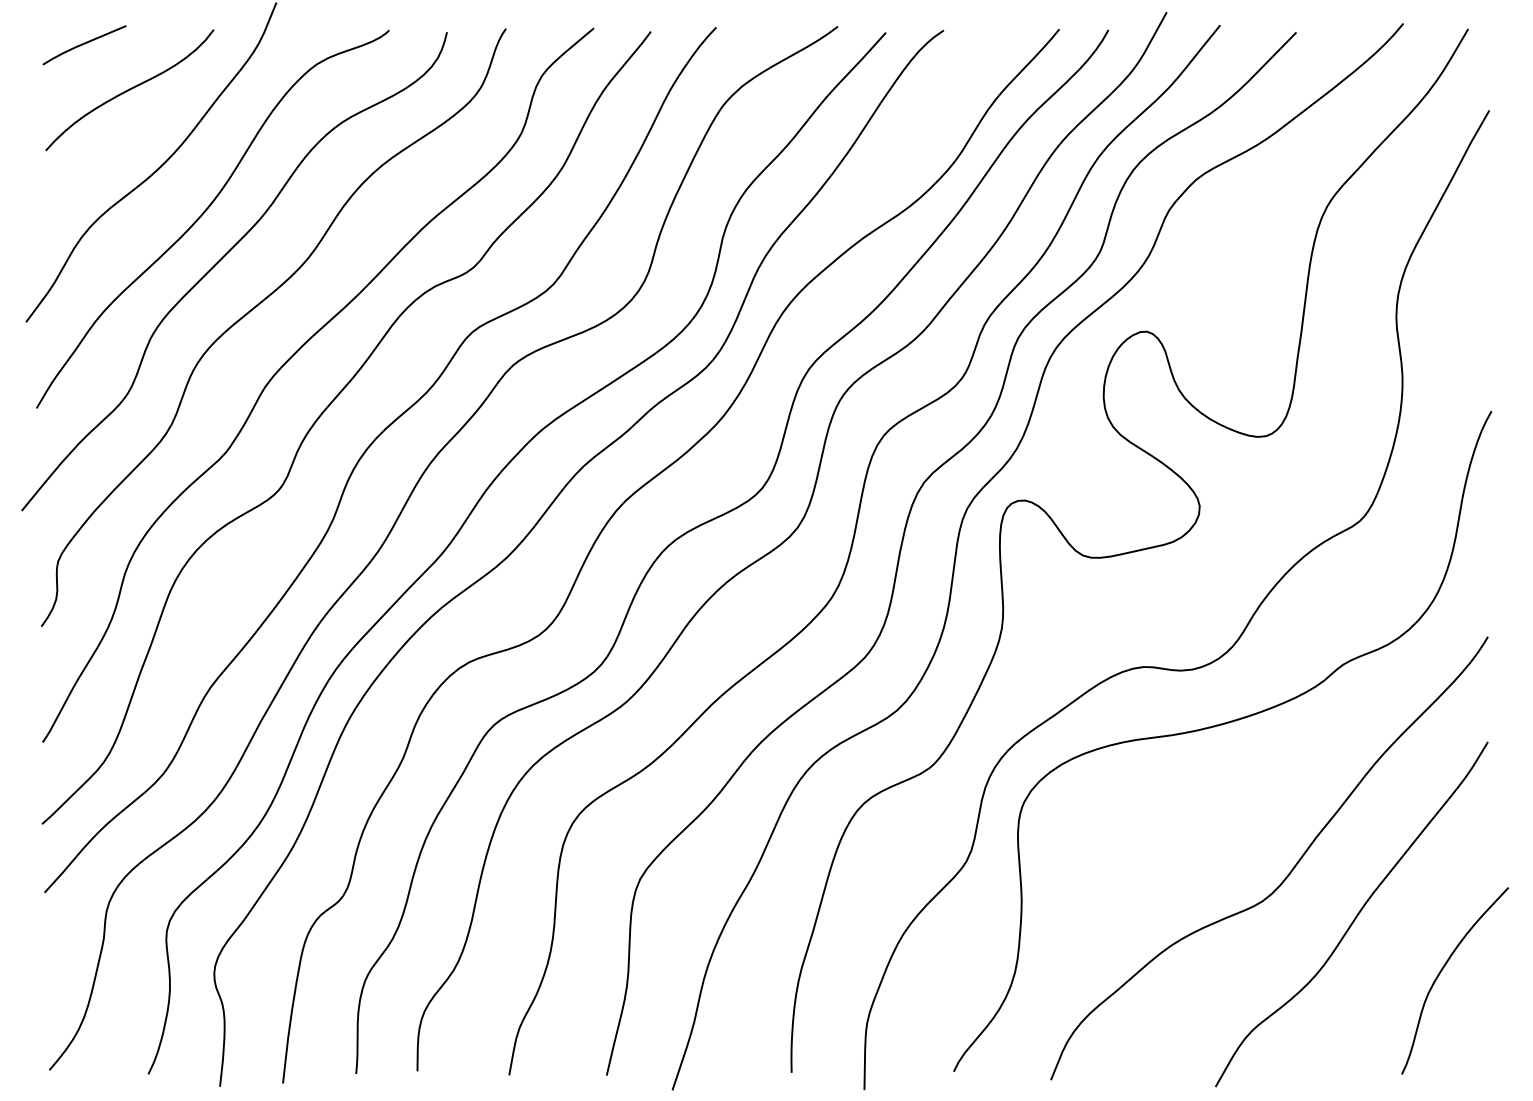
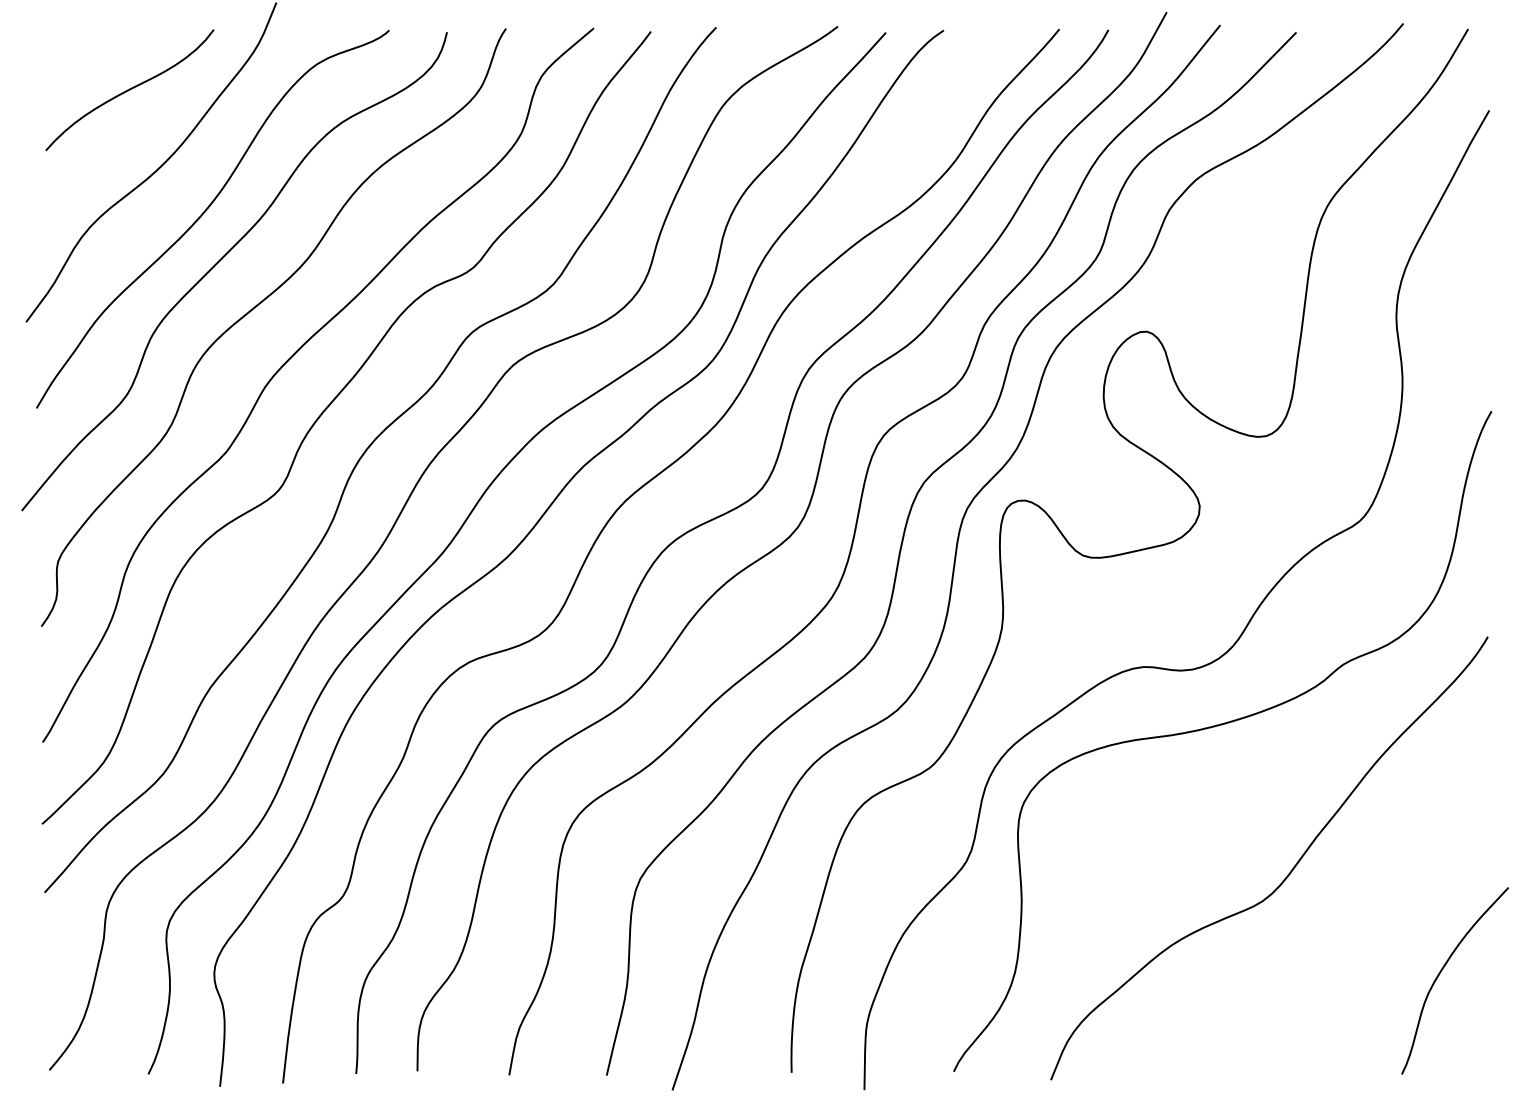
line at (84, 44): present -> none
curve at (1355, 916): present -> none
